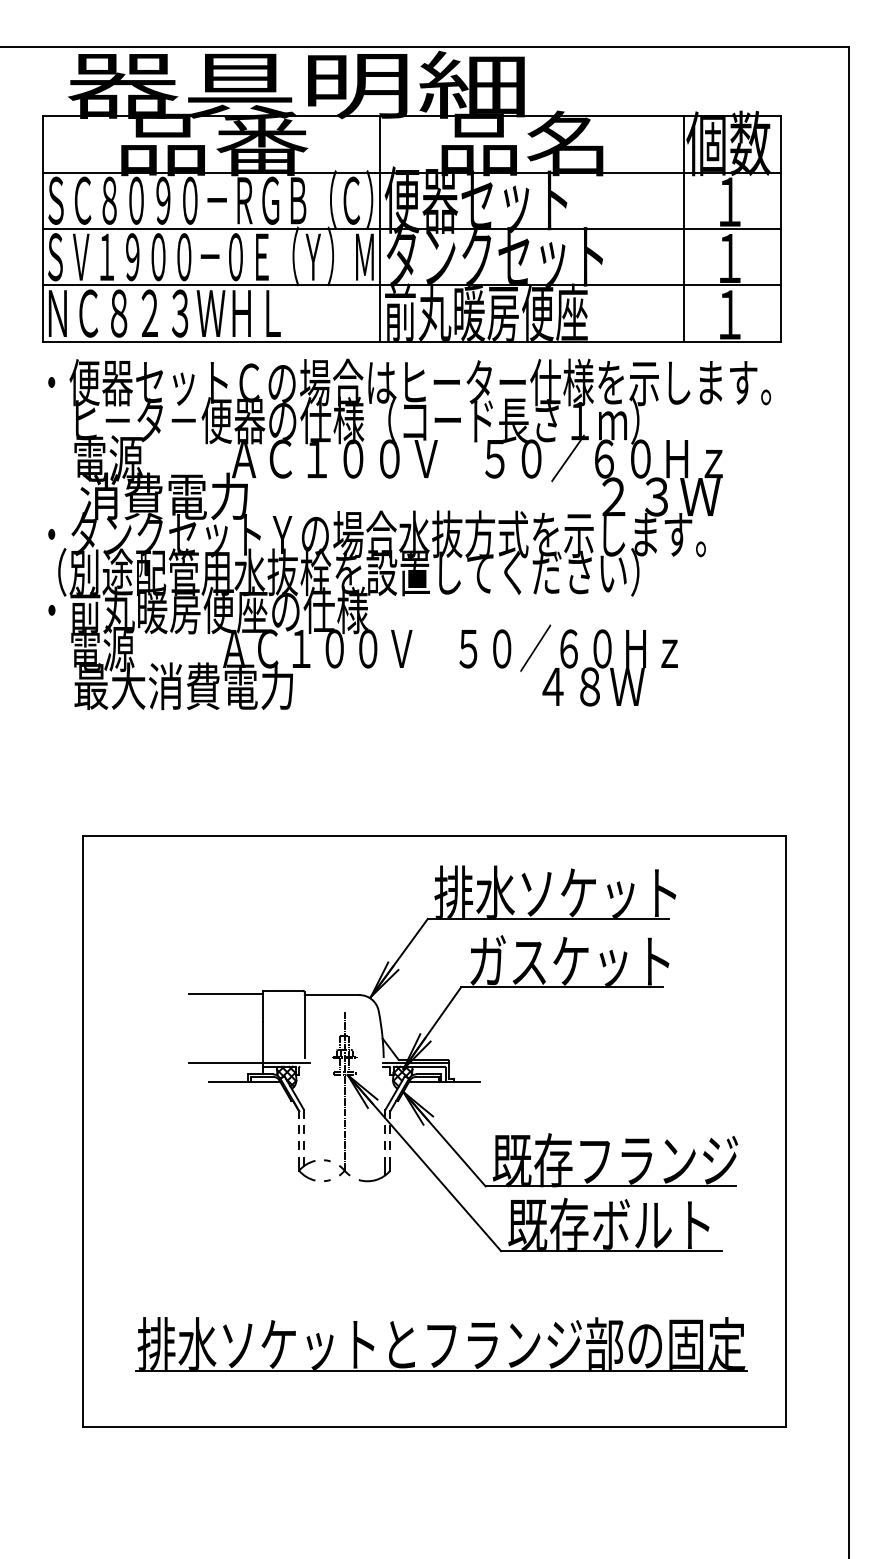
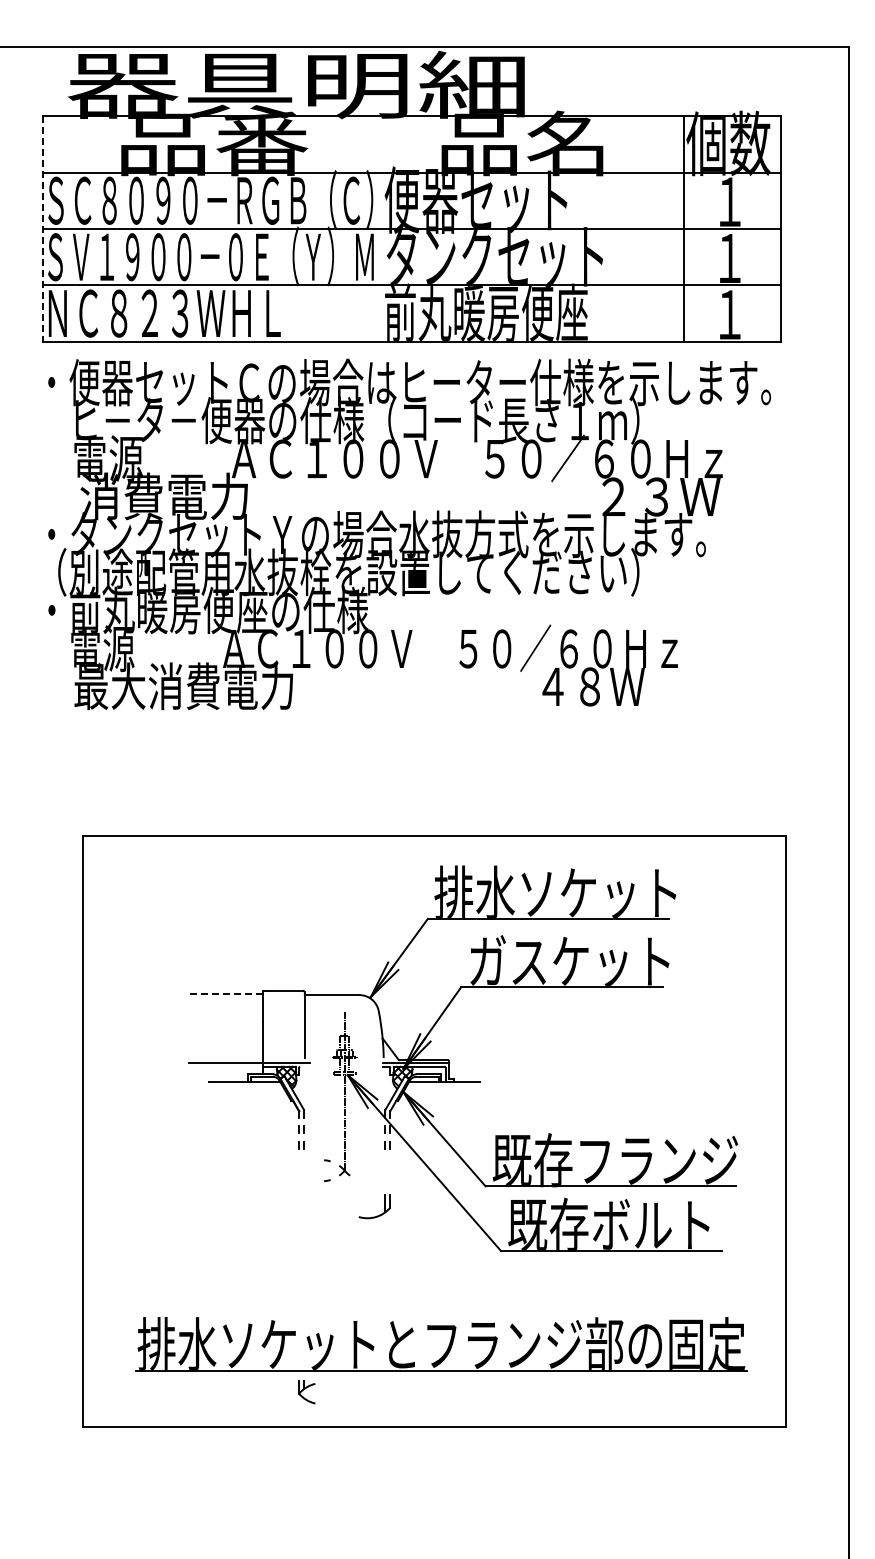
line at (379, 228): present -> none
line at (42, 229): solid -> dashed
line at (225, 994): solid -> dashed
part at (306, 1169) position: (306, 1169) -> (306, 1392)
part at (376, 1178) position: (376, 1178) -> (376, 1215)
